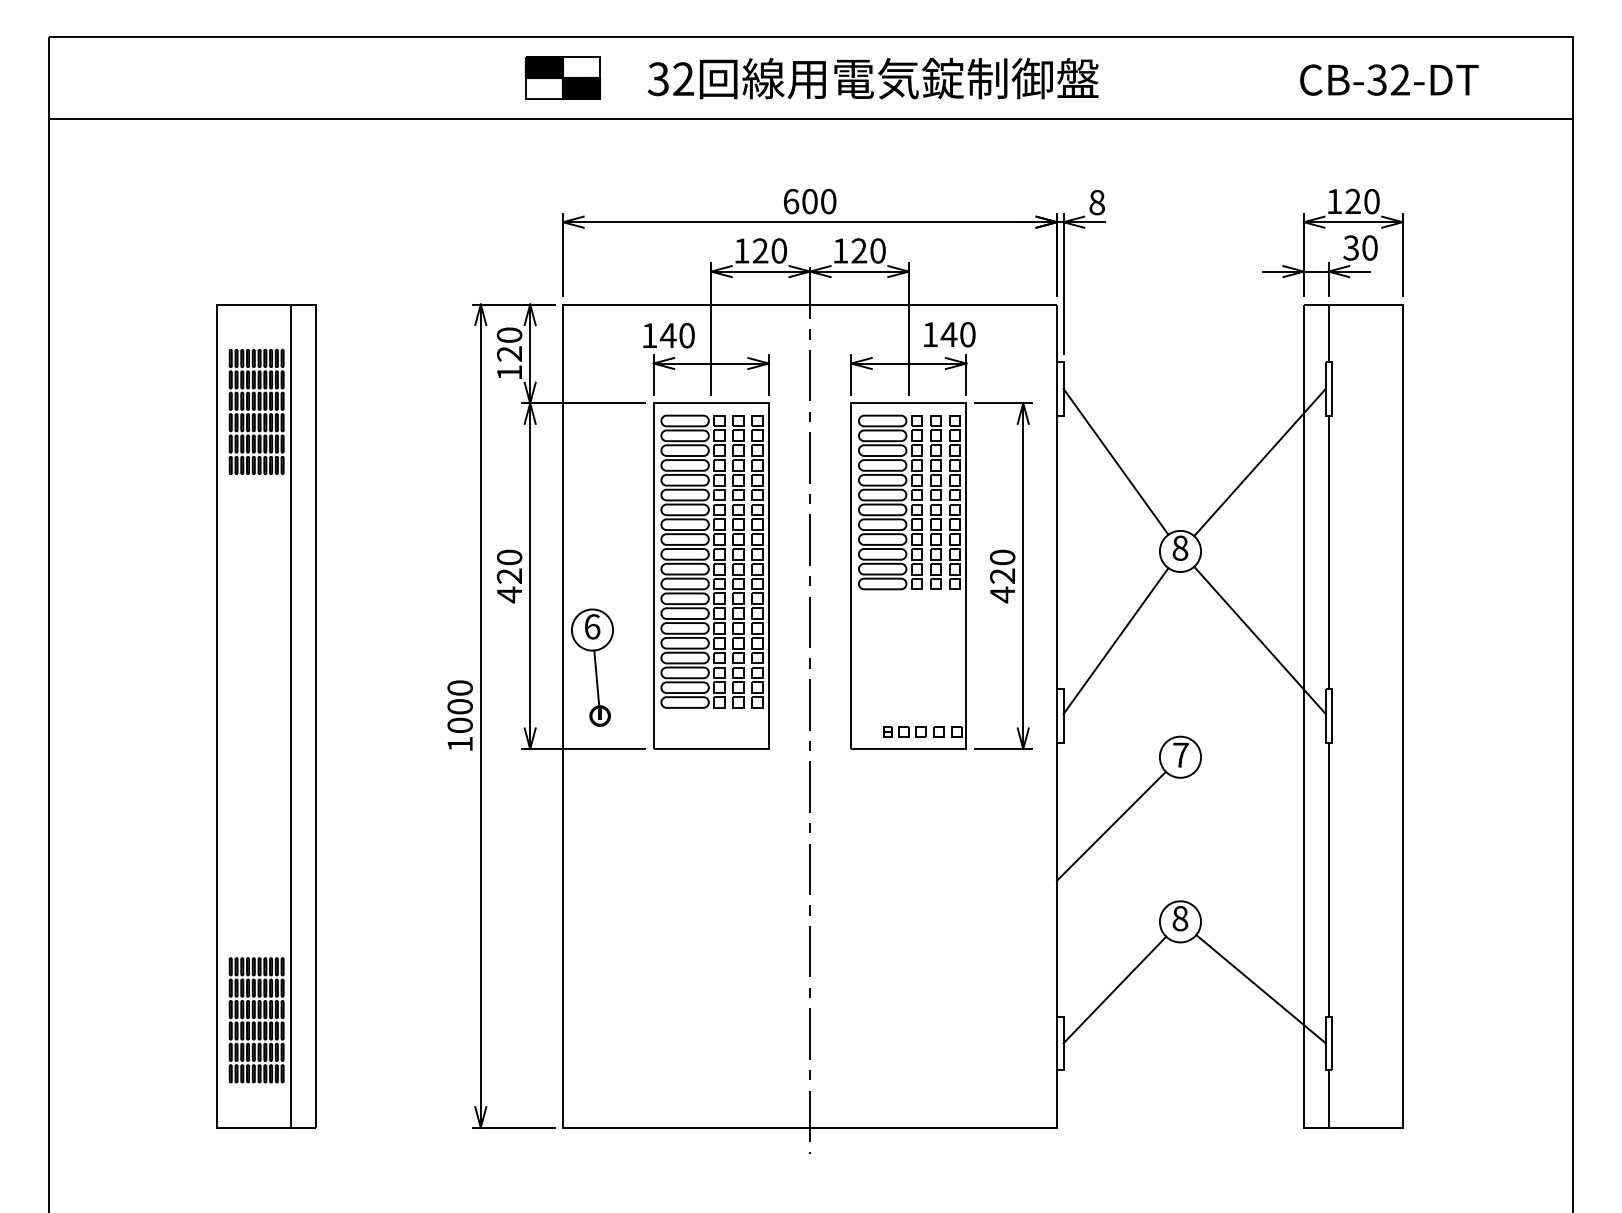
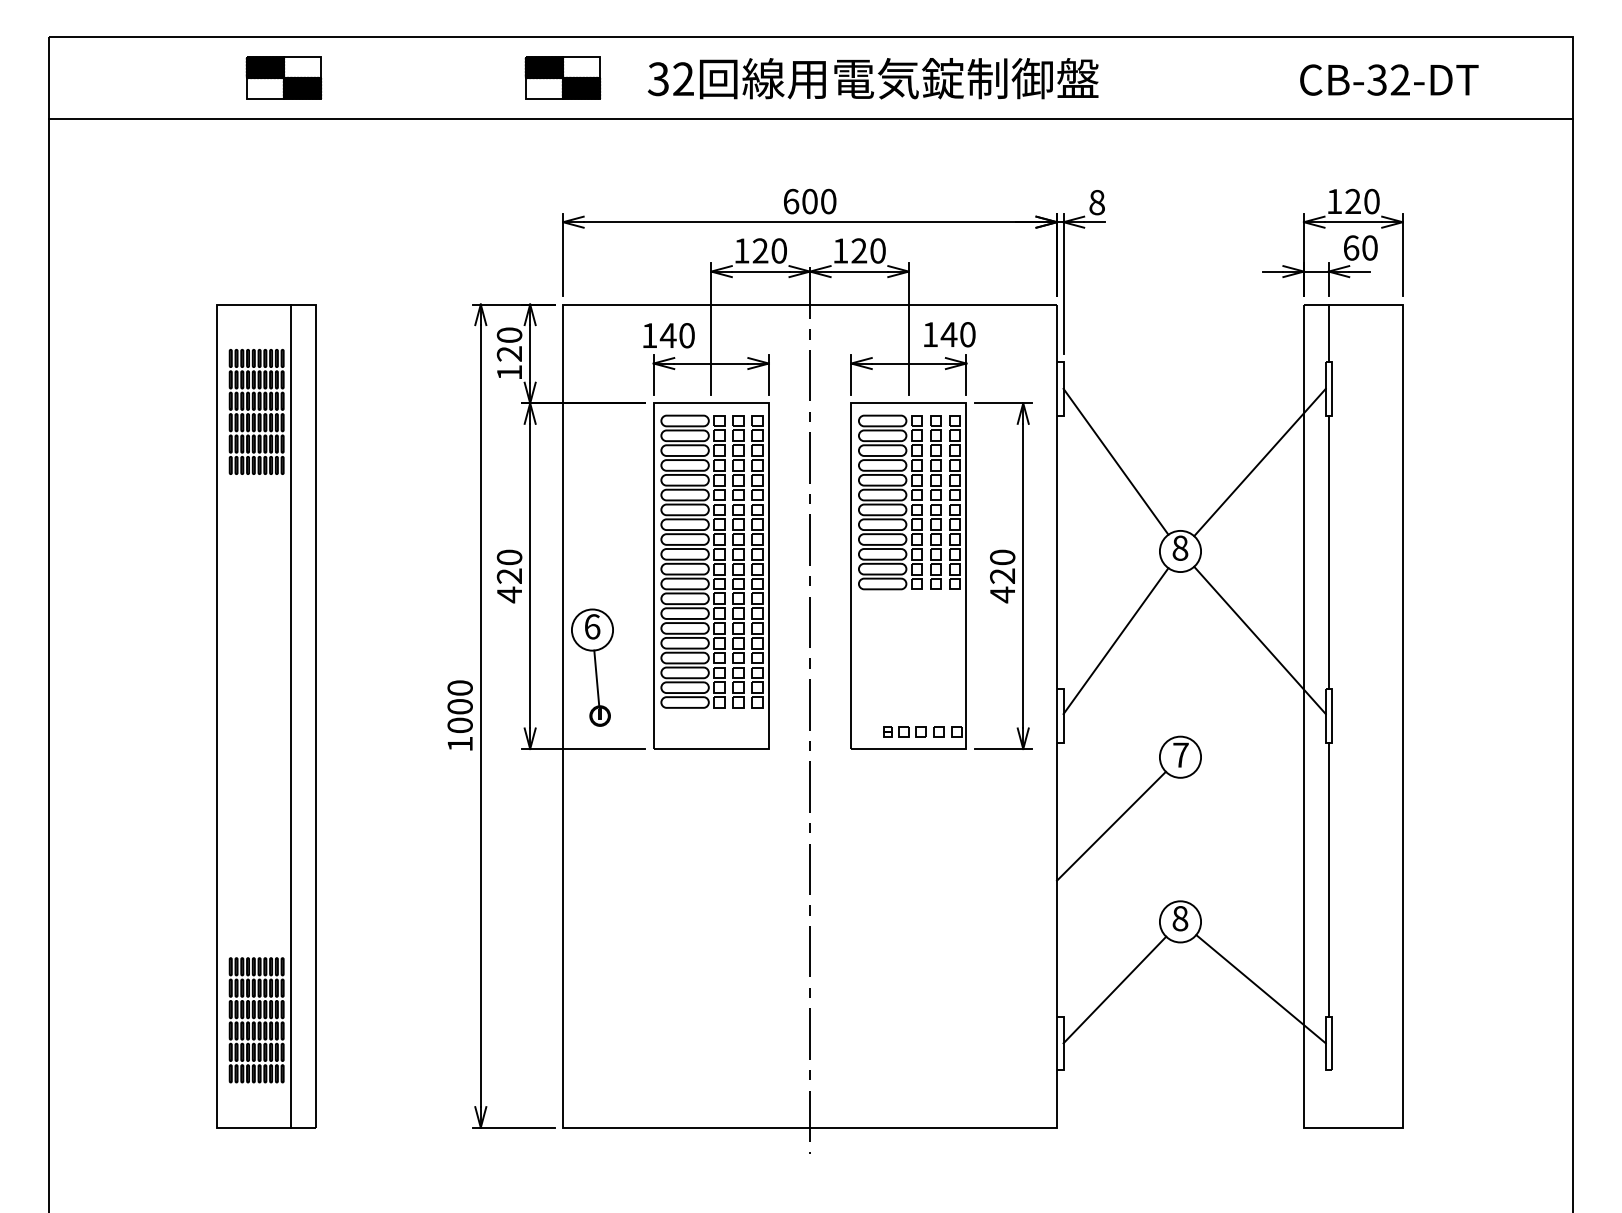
part at (283, 77): none -> present
text at (1351, 247): 30 -> 60
line at (1328, 1098): present -> none
